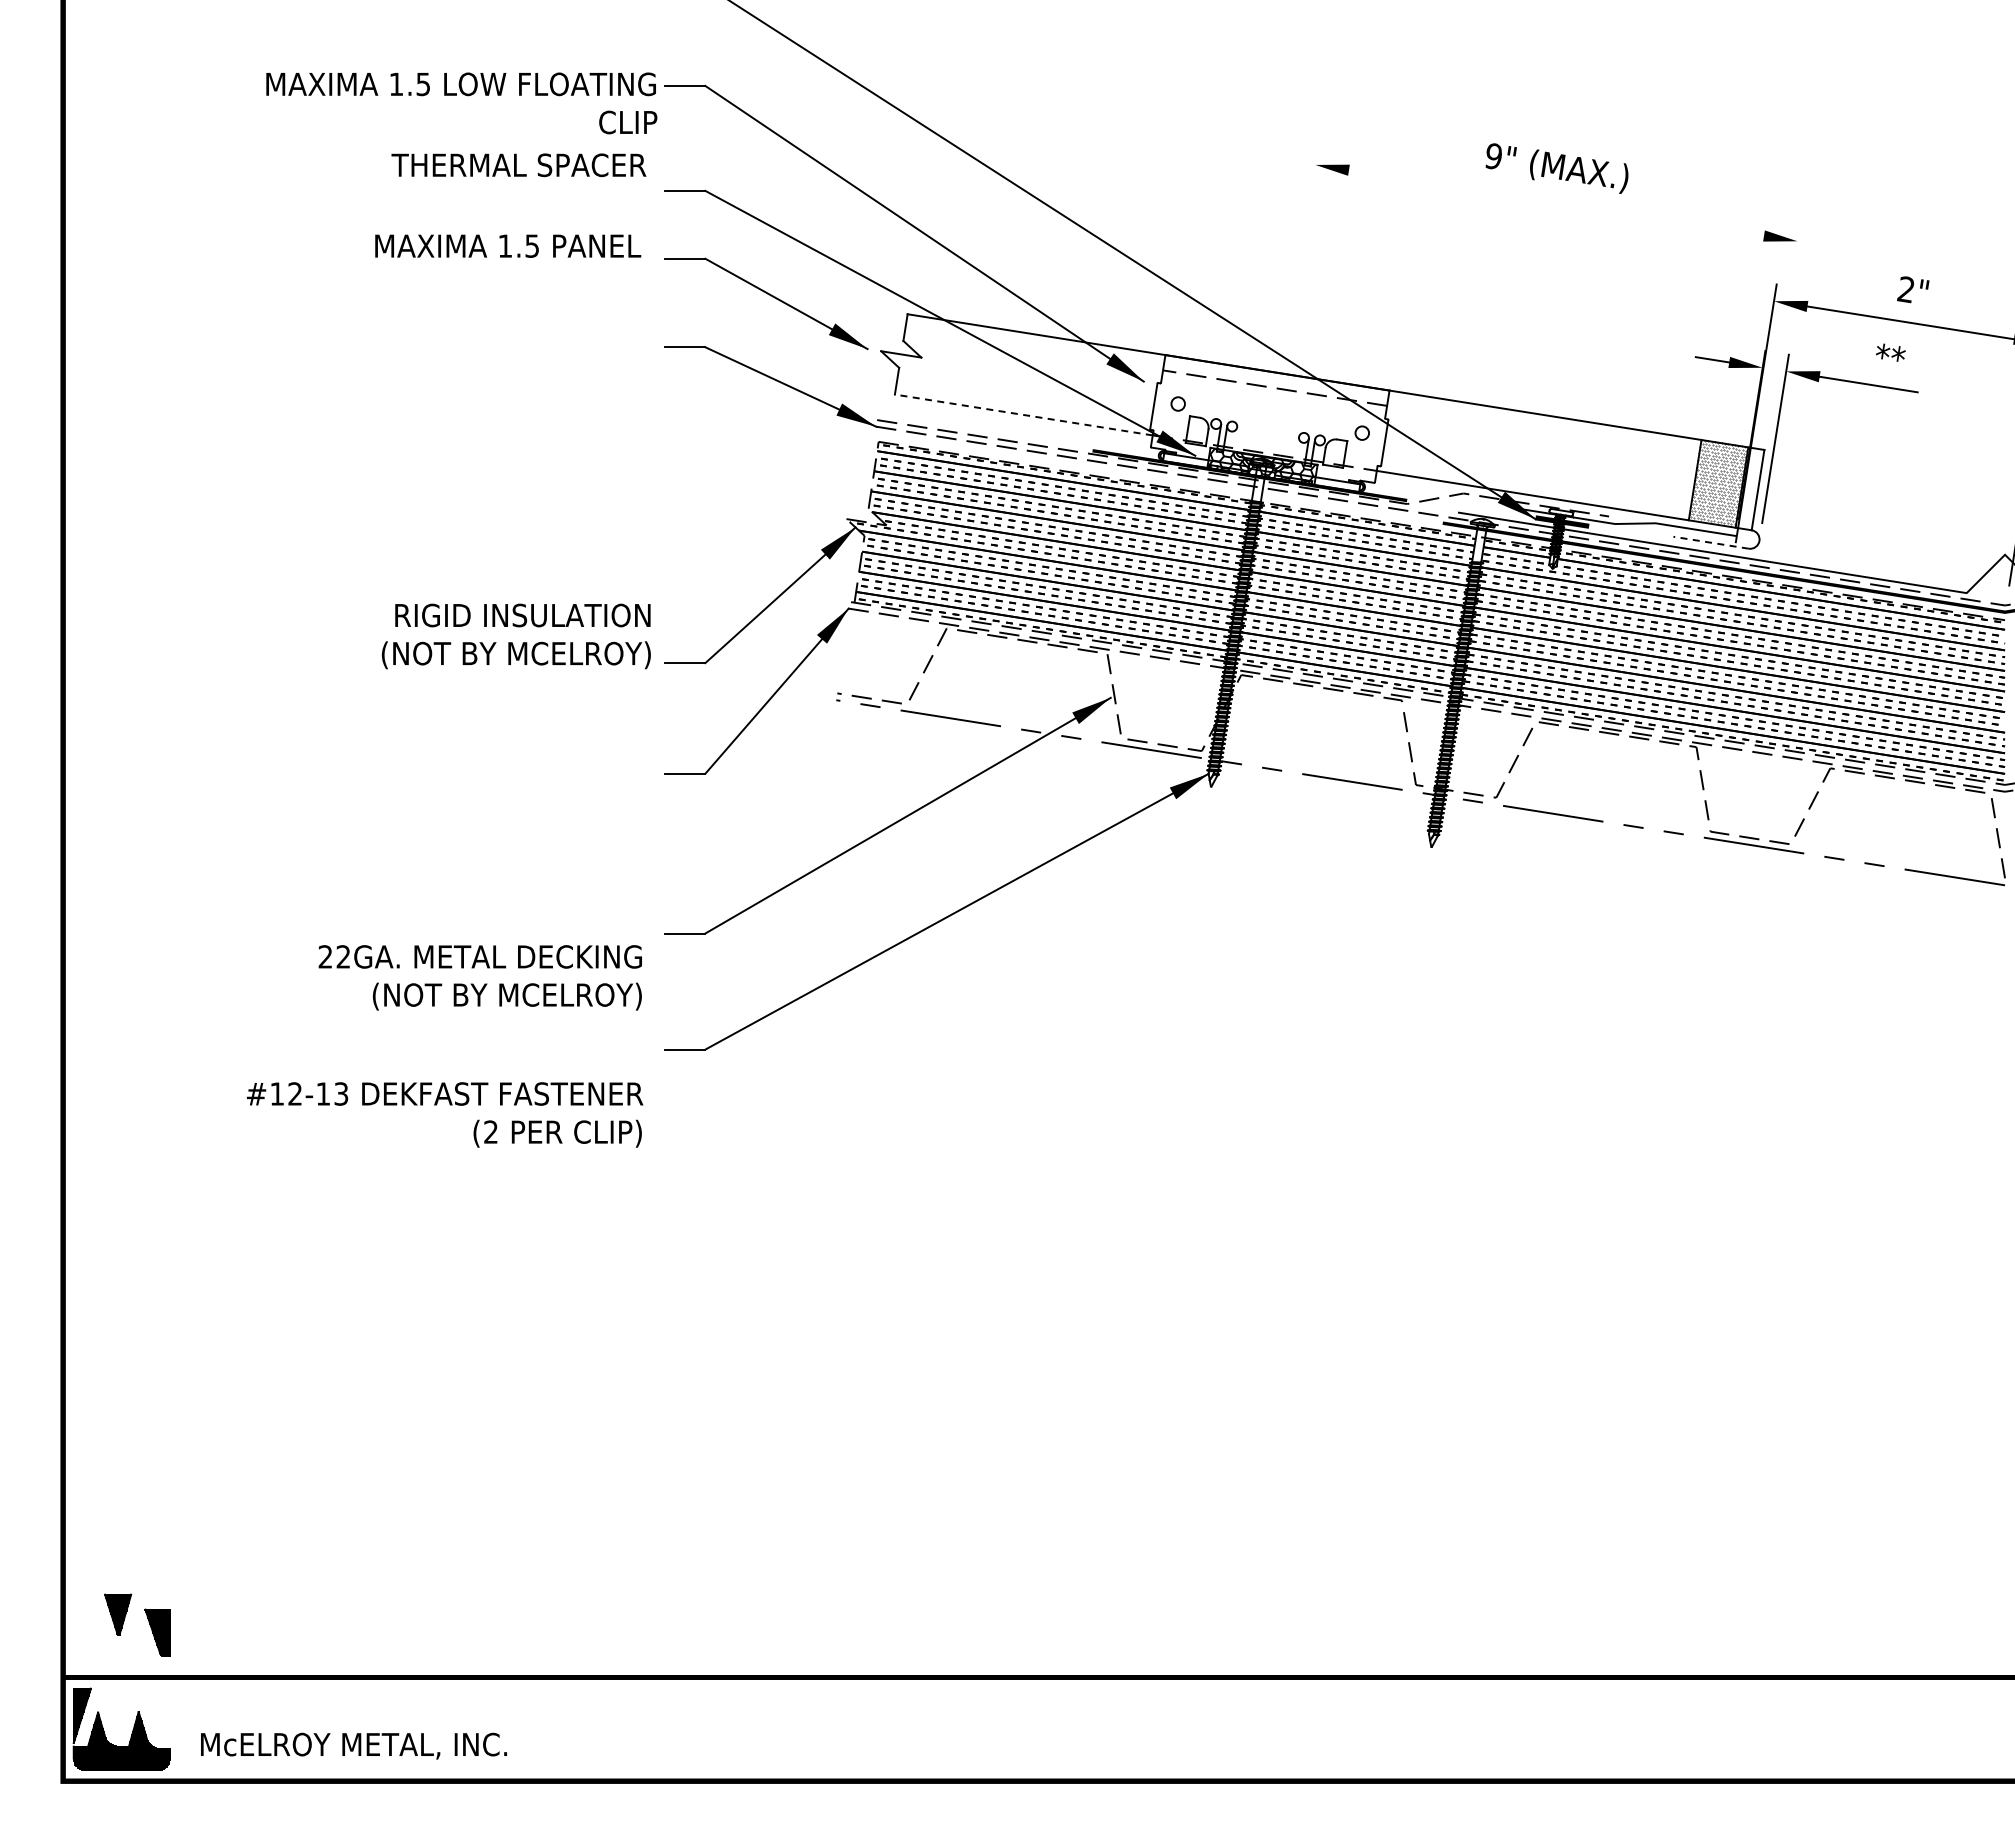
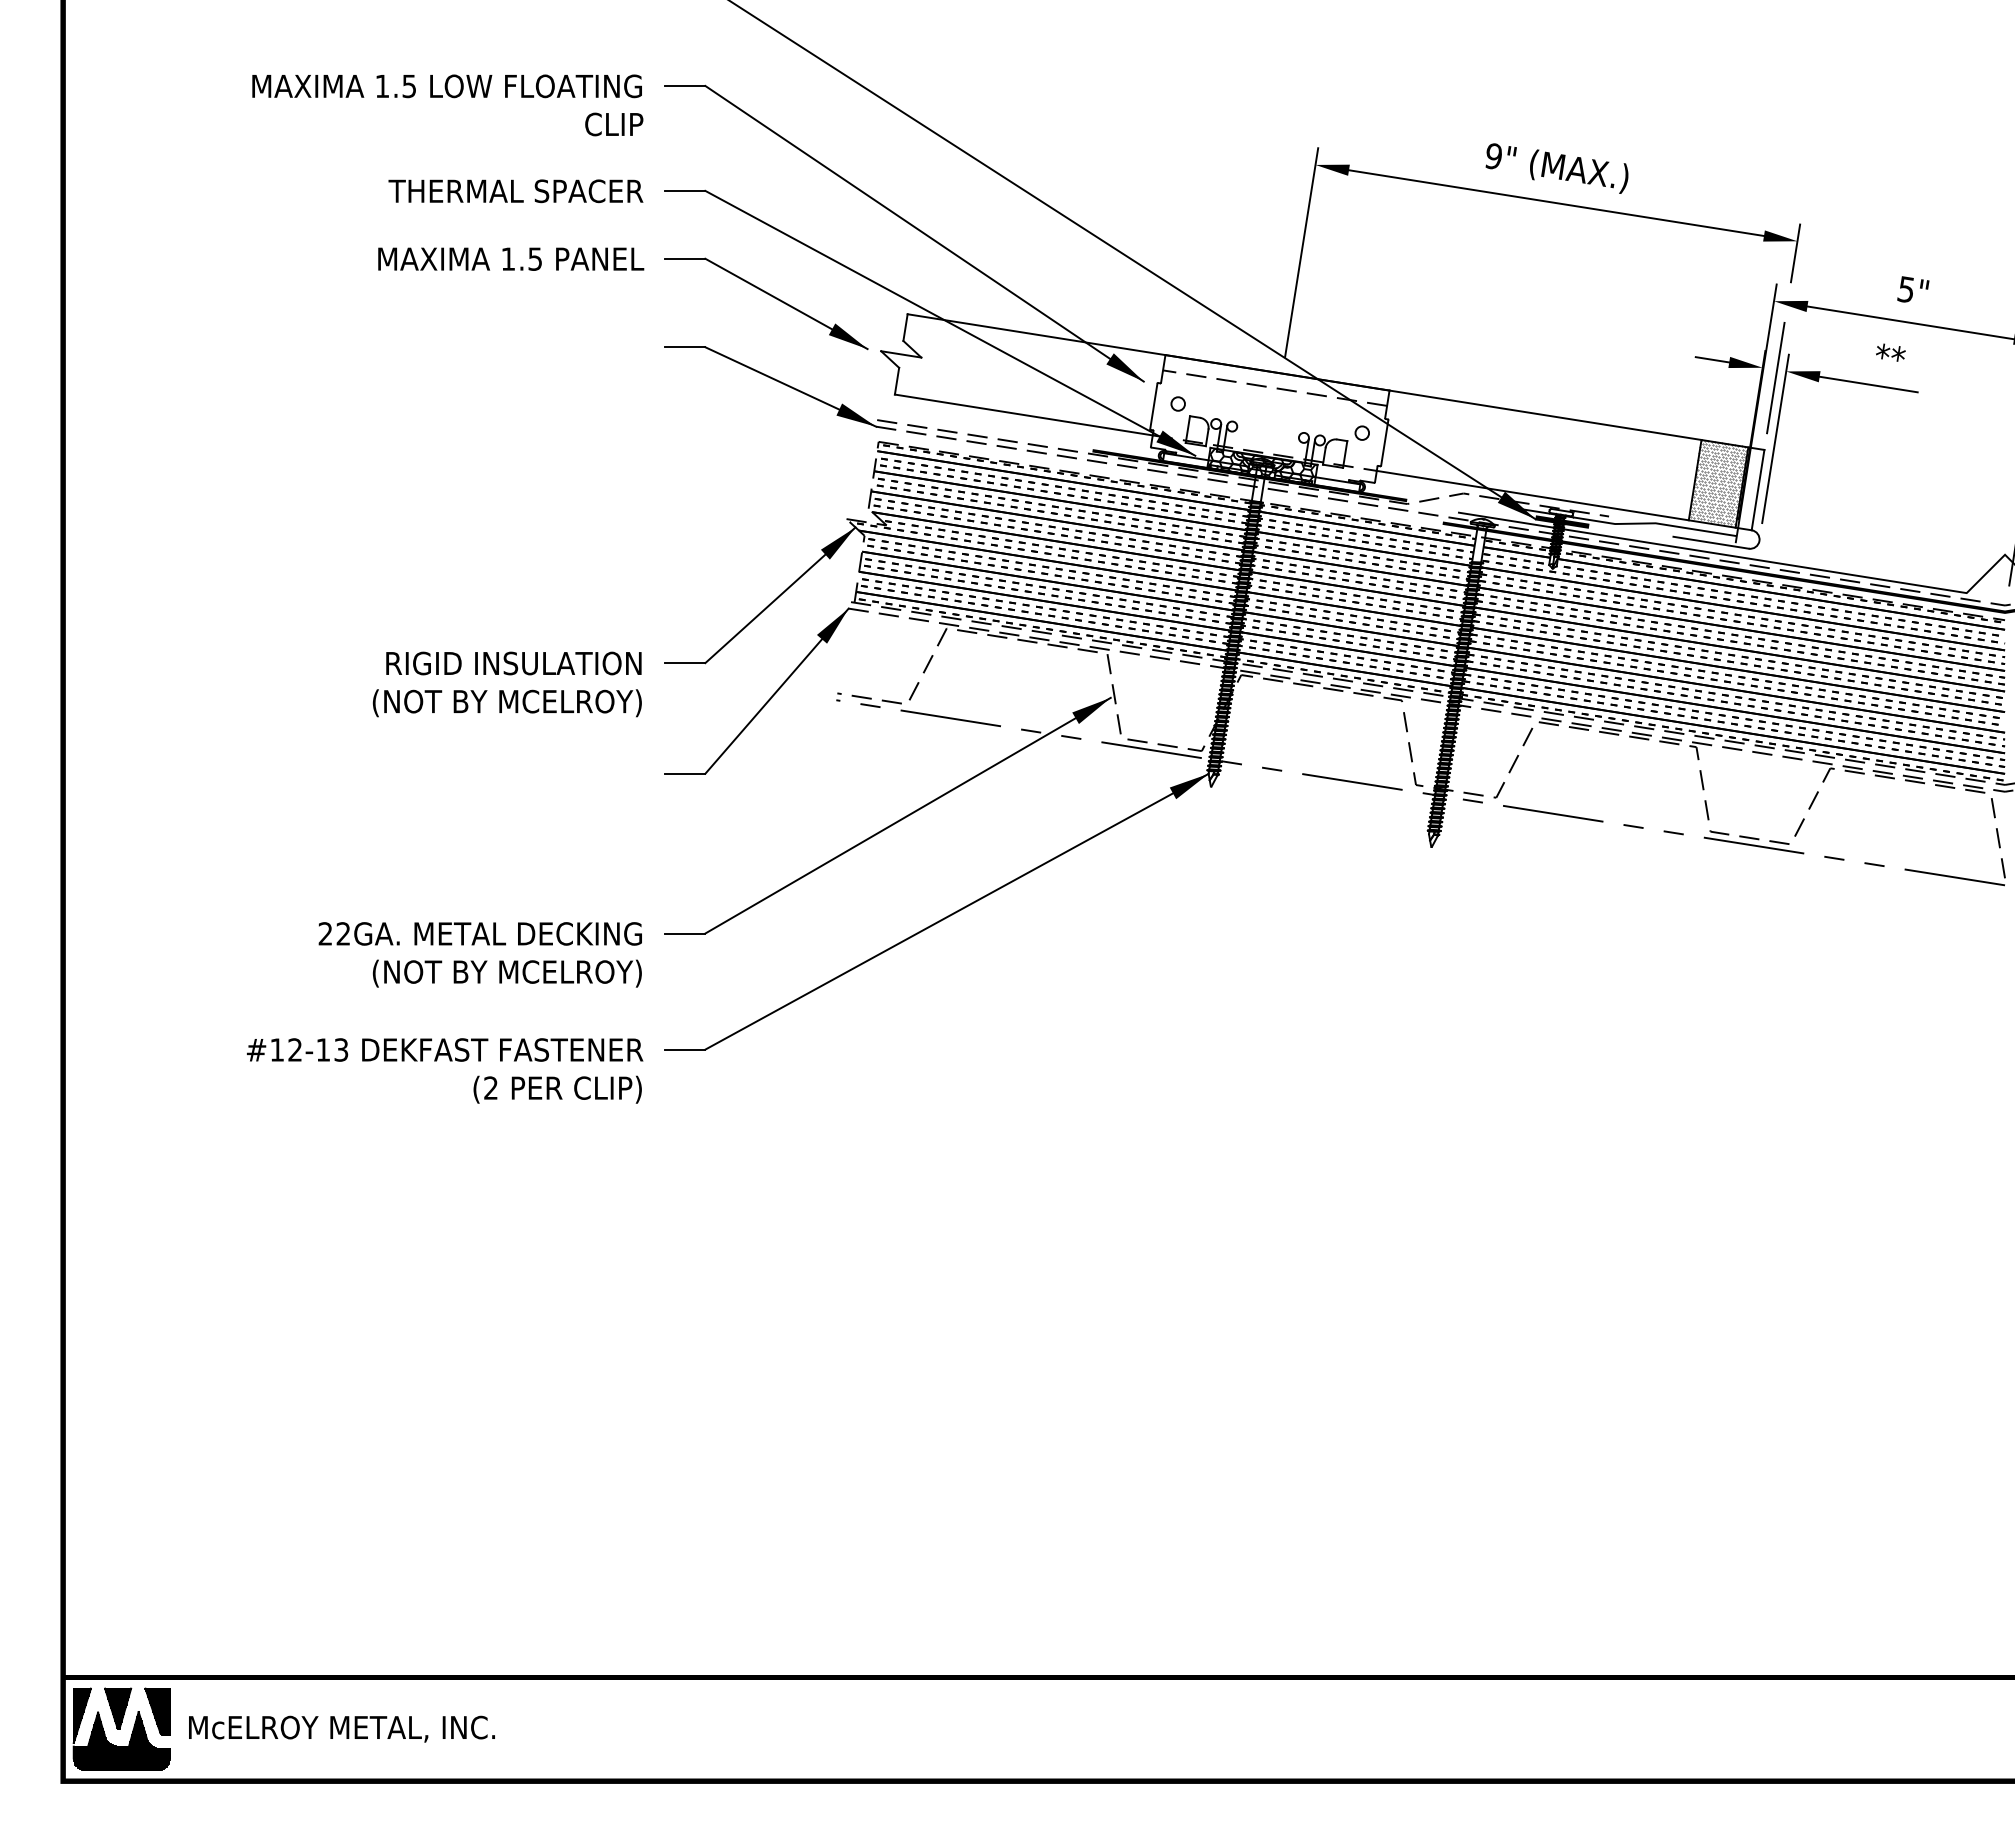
text at (461, 103) position: (461, 103) -> (447, 105)
text at (518, 165) position: (518, 165) -> (515, 191)
line at (1556, 202): none -> present
text at (508, 245) position: (508, 245) -> (511, 258)
line at (1301, 252): none -> present
line at (1795, 253): none -> present
text at (1905, 289): 2" -> 5"
line at (1775, 377): none -> present
line at (1023, 414): dashed -> solid
line at (1710, 542): dashed -> solid
text at (515, 636) position: (515, 636) -> (506, 684)
text at (479, 977) position: (479, 977) -> (479, 954)
text at (445, 1114) position: (445, 1114) -> (445, 1070)
part at (118, 1614) position: (118, 1614) -> (118, 1708)
part at (157, 1632) position: (157, 1632) -> (157, 1711)
text at (353, 1745) position: (353, 1745) -> (341, 1728)
